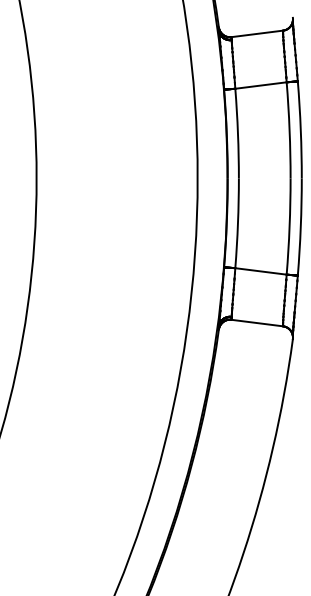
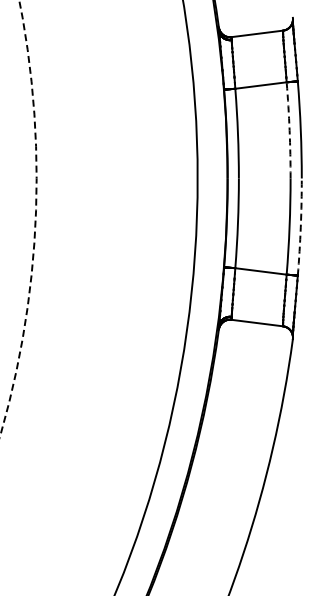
arc at (289, 130): solid -> dashed
arc at (35, 219): solid -> dashed
arc at (300, 227): solid -> dashed
